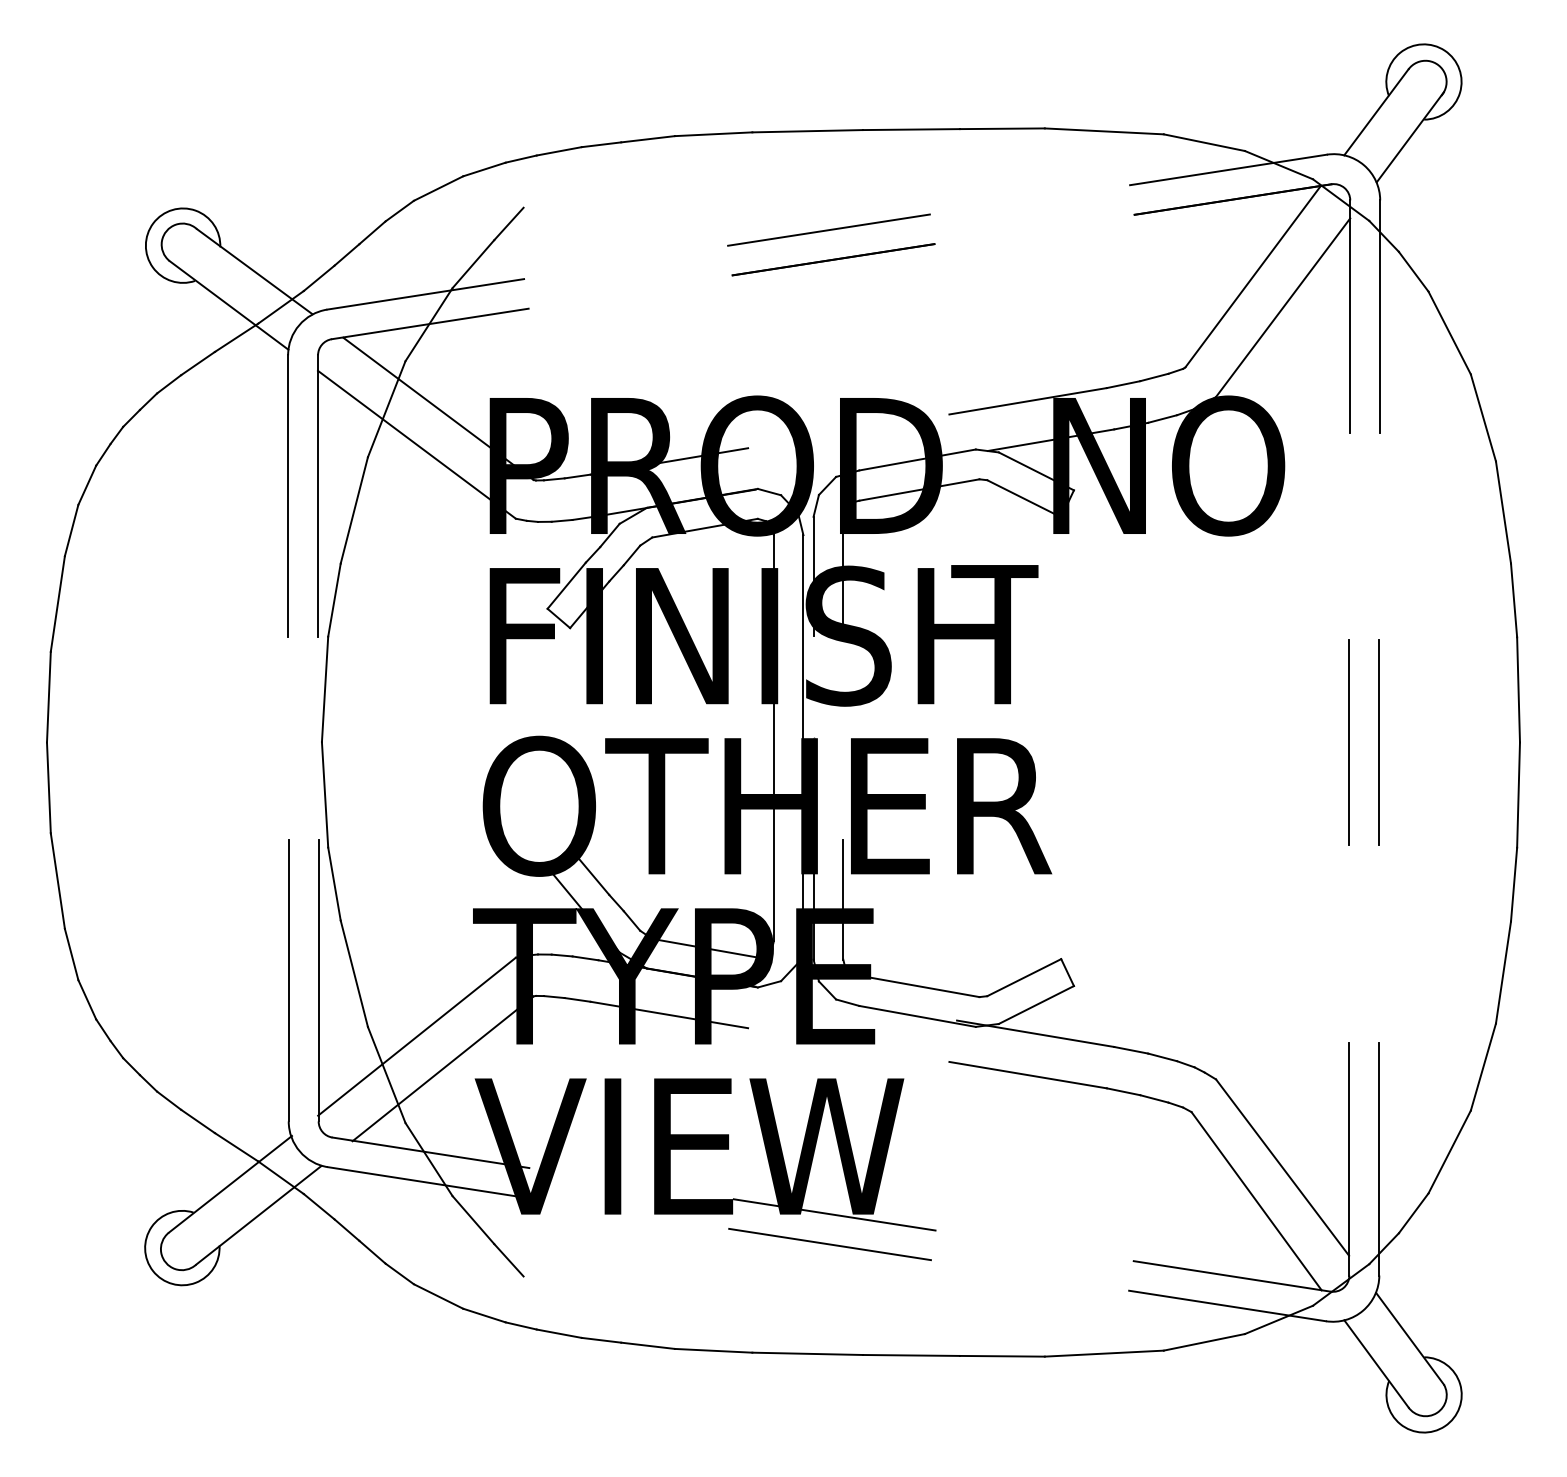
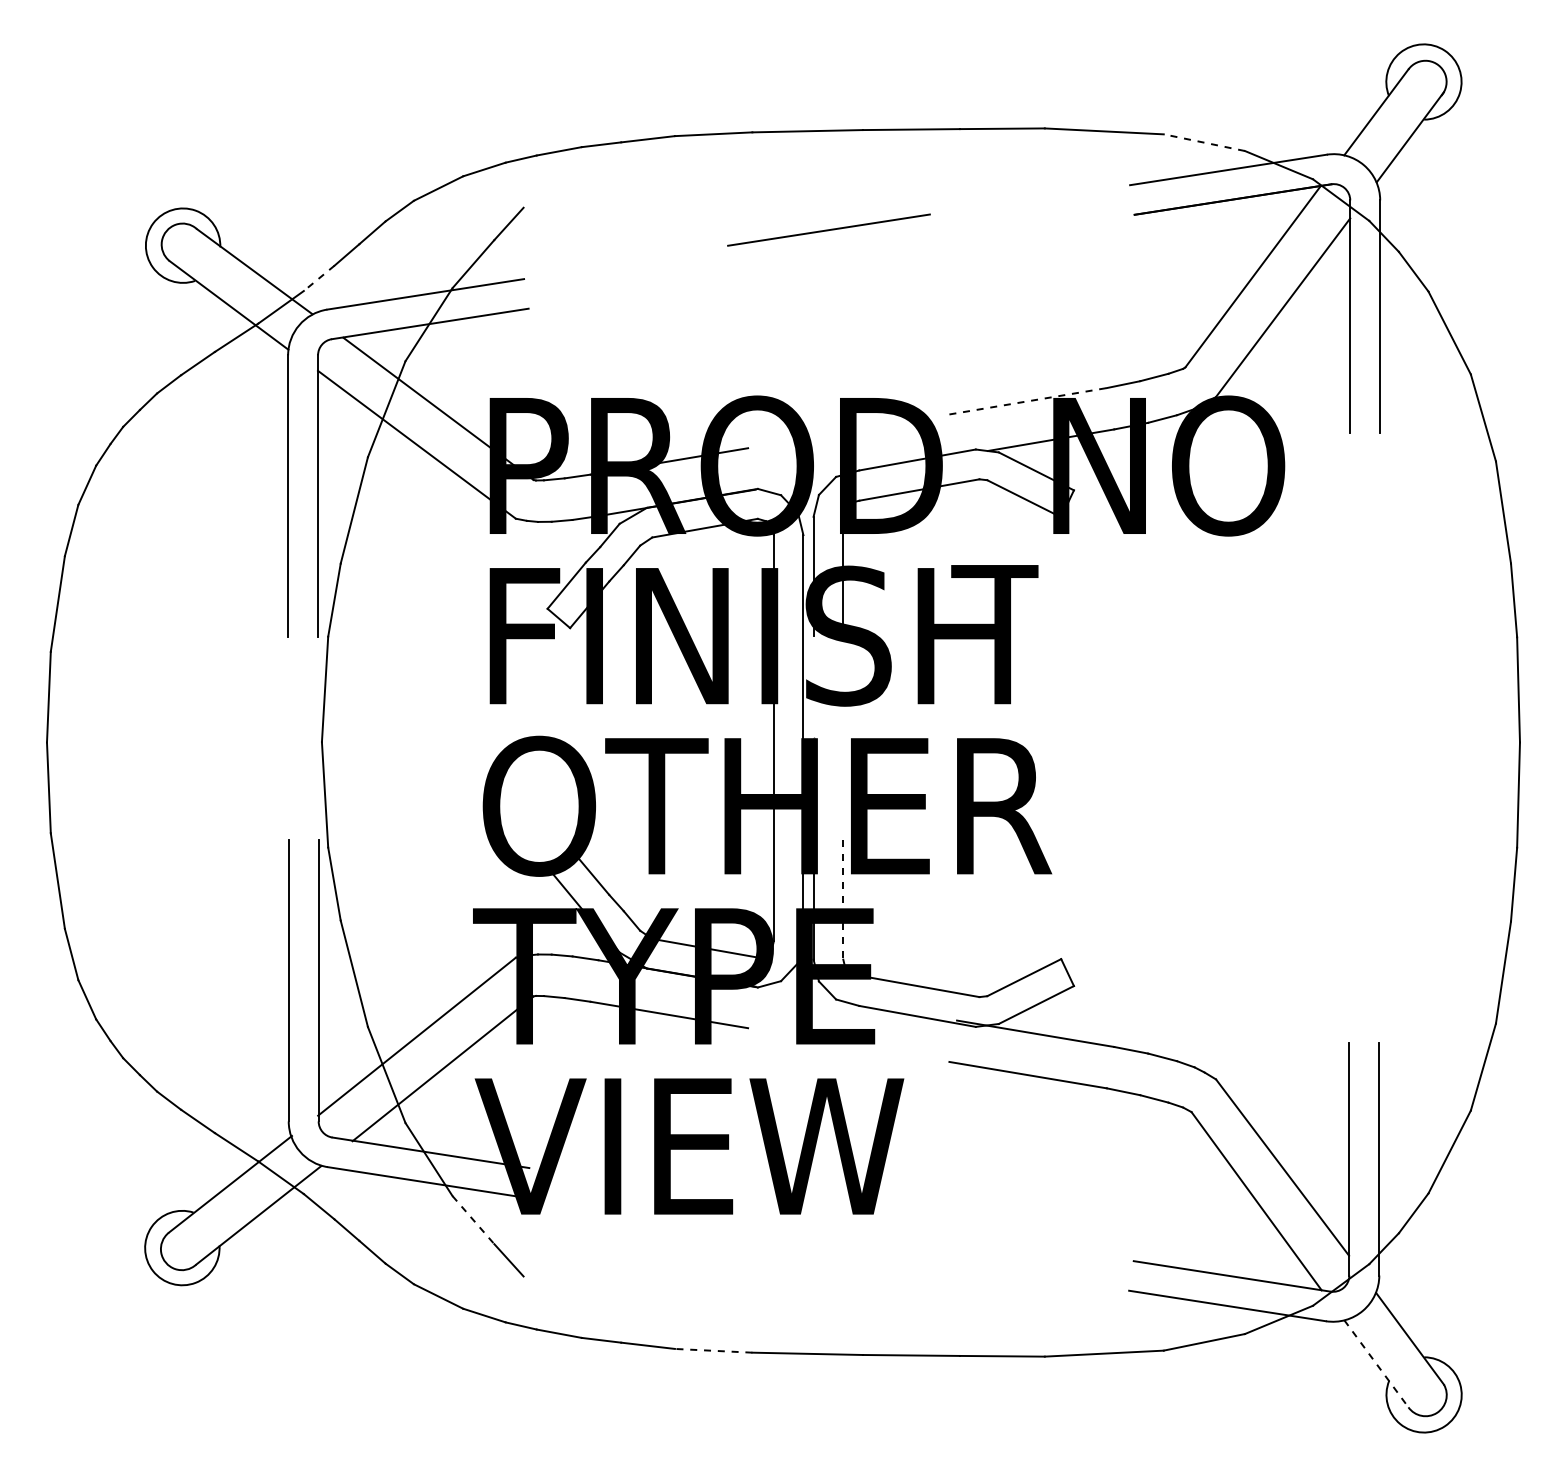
line at (1203, 142): solid -> dashed
line at (833, 259): present -> none
line at (319, 278): solid -> dashed
line at (1028, 401): solid -> dashed
line at (1349, 742): present -> none
line at (1378, 742): present -> none
line at (843, 899): solid -> dashed
line at (834, 1214): present -> none
line at (473, 1220): solid -> dashed
line at (829, 1244): present -> none
line at (713, 1350): solid -> dashed
line at (1376, 1364): solid -> dashed
